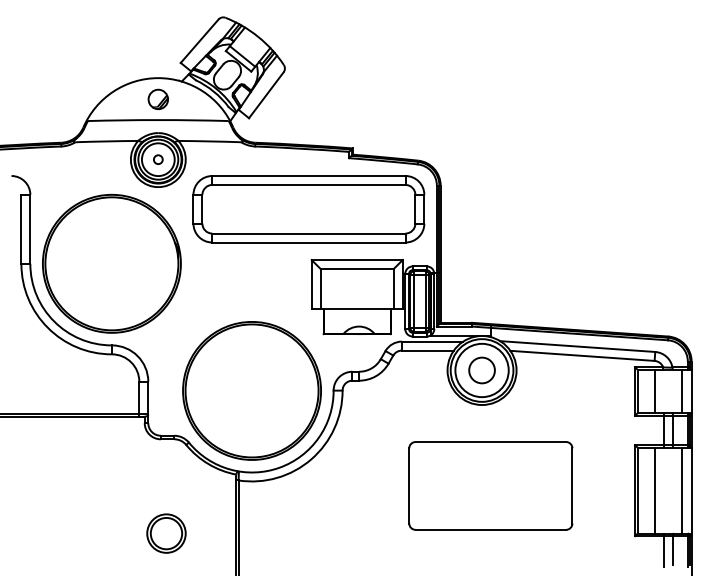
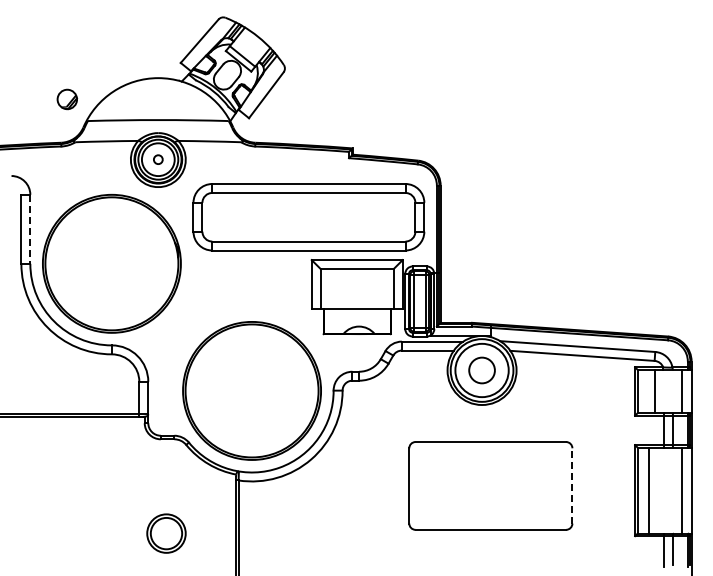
part at (158, 99) position: (158, 99) -> (67, 99)
part at (308, 209) position: (308, 209) -> (308, 217)
line at (30, 229): solid -> dashed
line at (572, 485): solid -> dashed
line at (654, 490) position: (654, 490) -> (648, 490)
